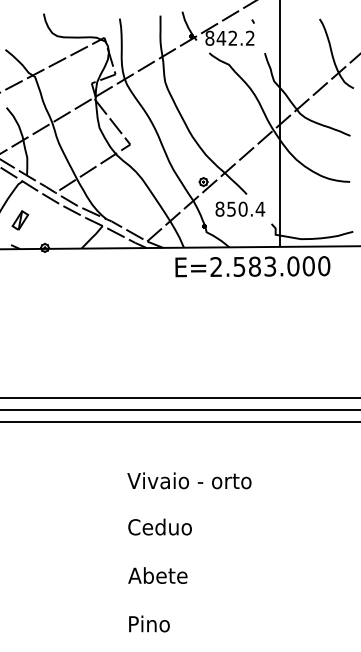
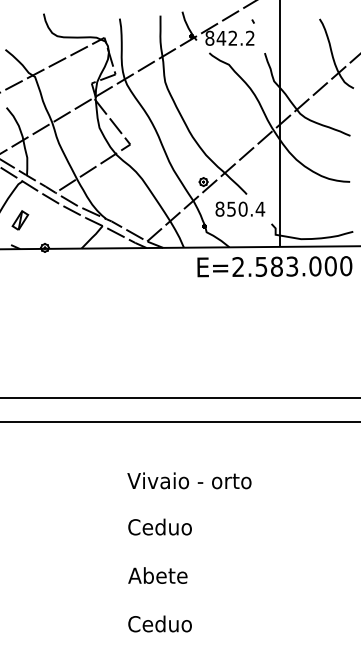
text at (252, 266) position: (252, 266) -> (274, 266)
line at (179, 409): present -> none
text at (159, 623): Pino -> Ceduo
